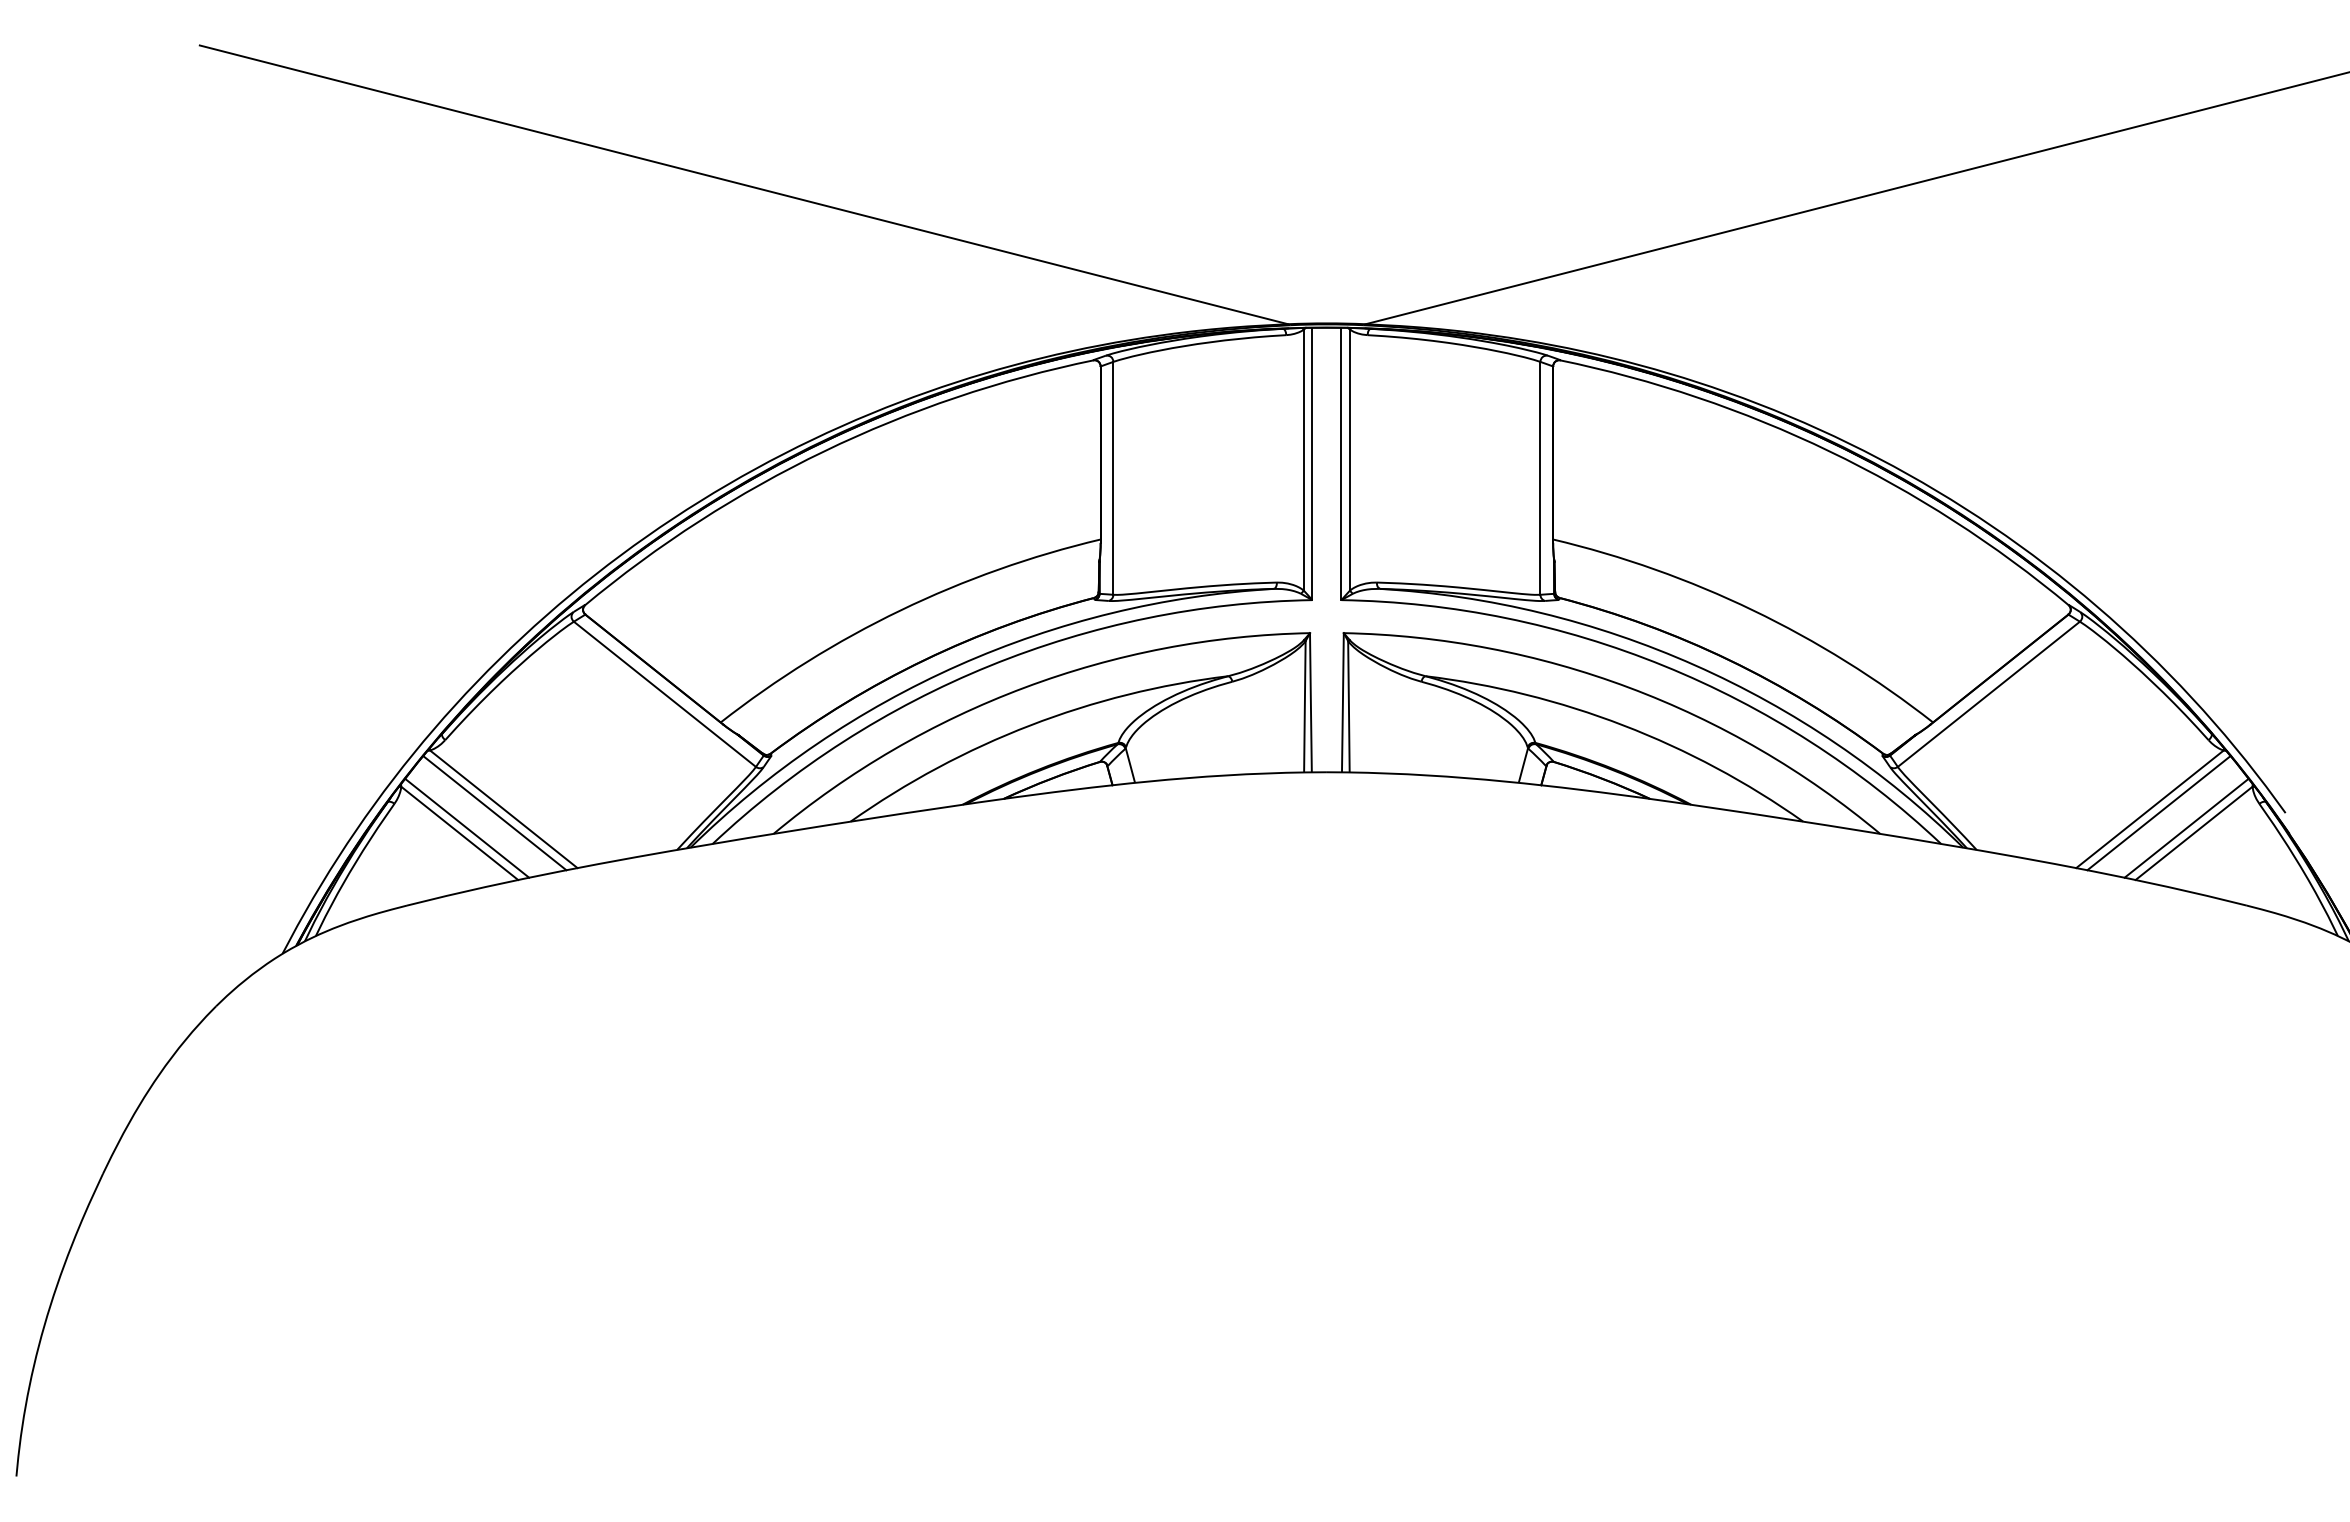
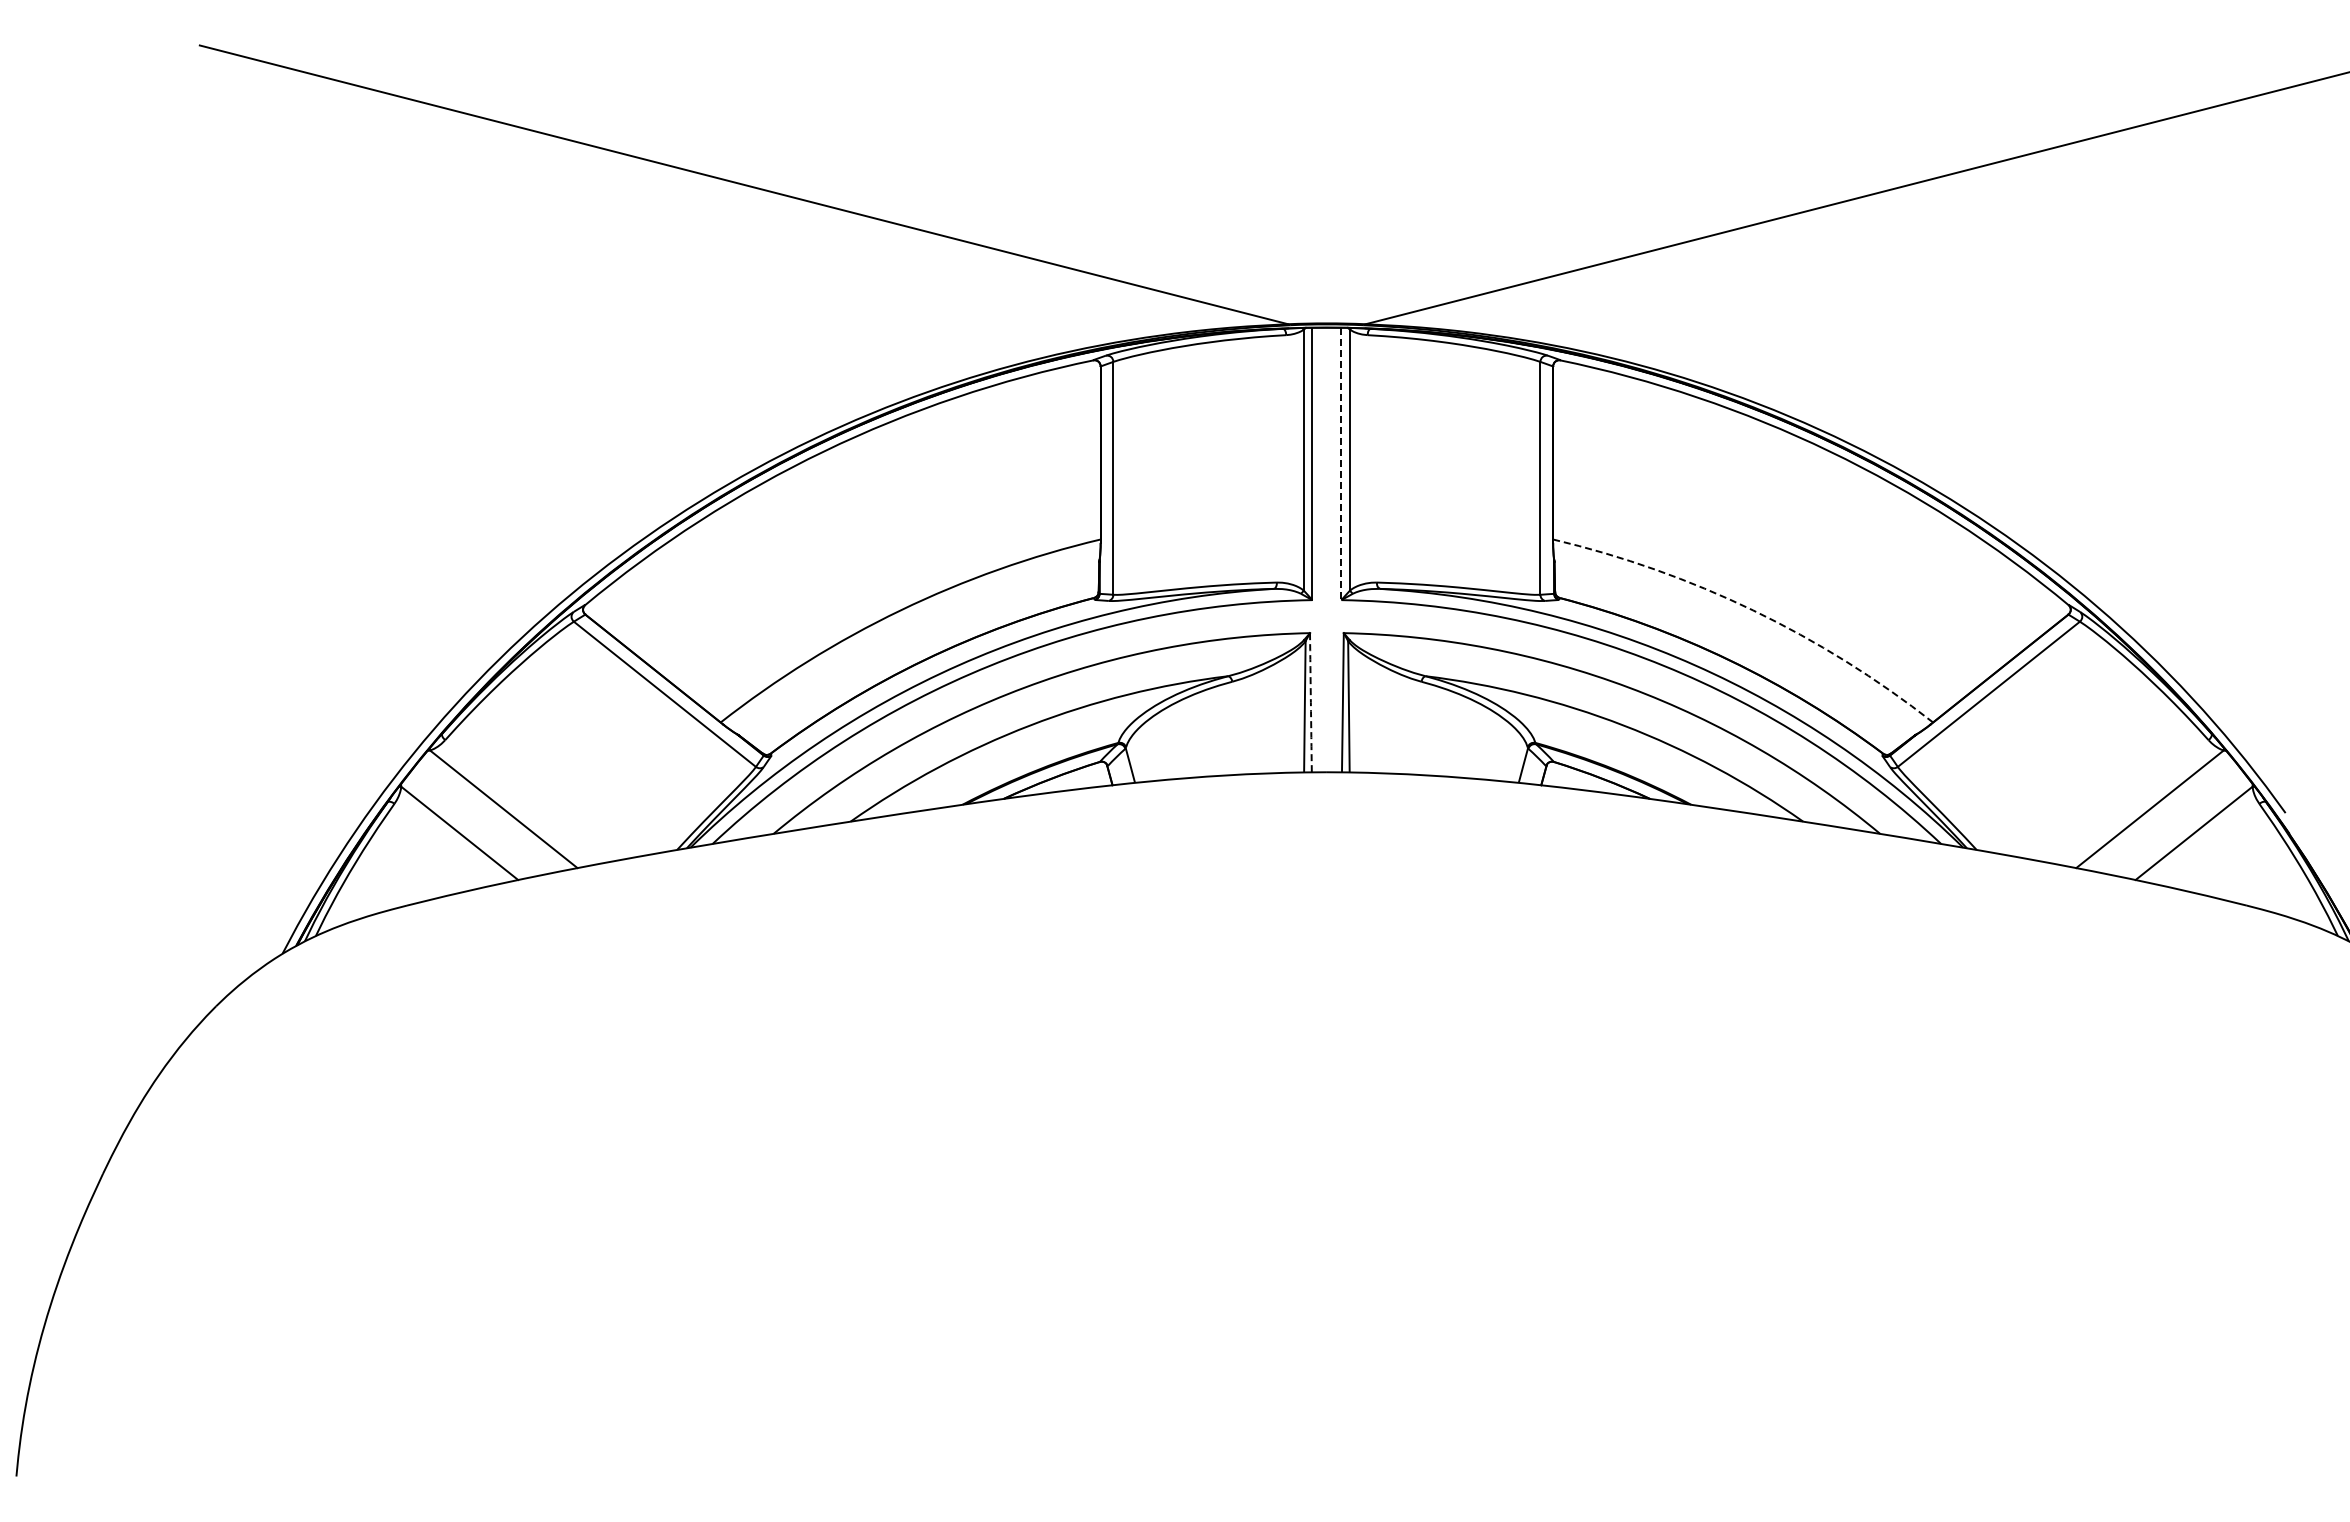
line at (1341, 464): solid -> dashed
arc at (1753, 610): solid -> dashed
arc at (1310, 702): solid -> dashed
line at (494, 813): present -> none
line at (2158, 813): present -> none
line at (467, 827): present -> none
line at (2186, 827): present -> none
